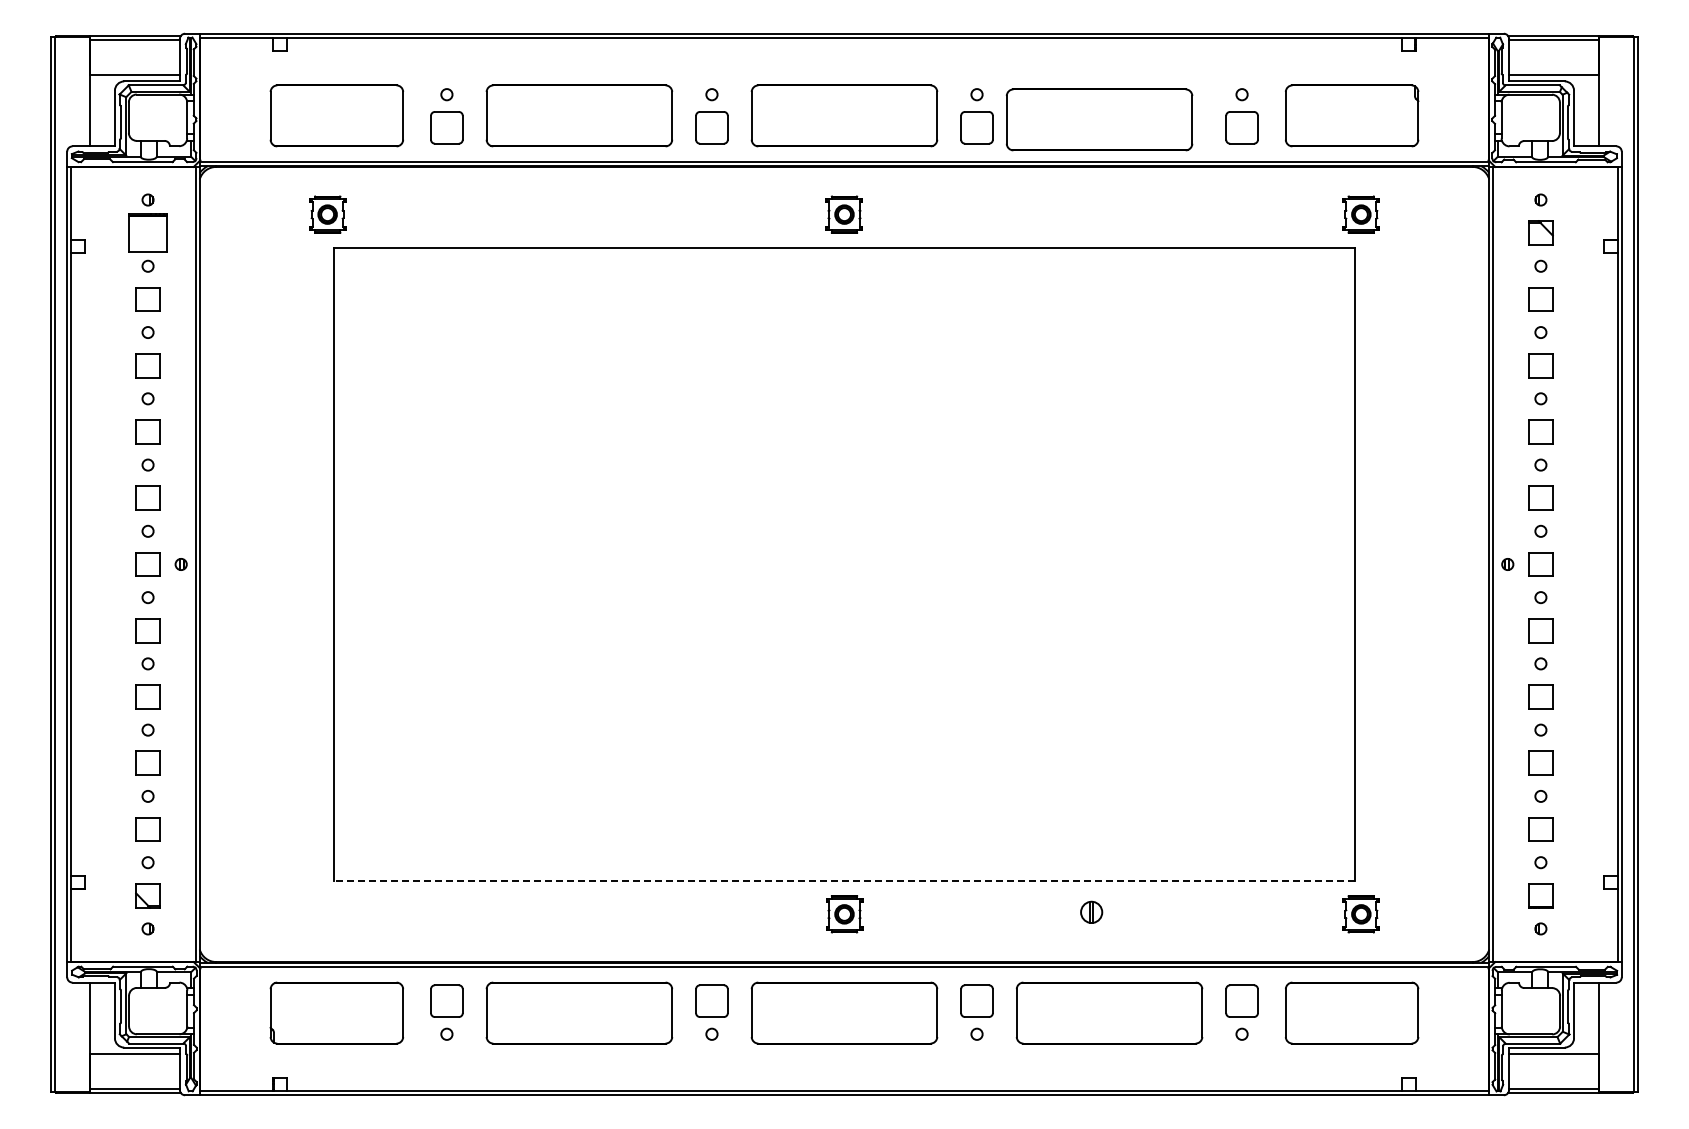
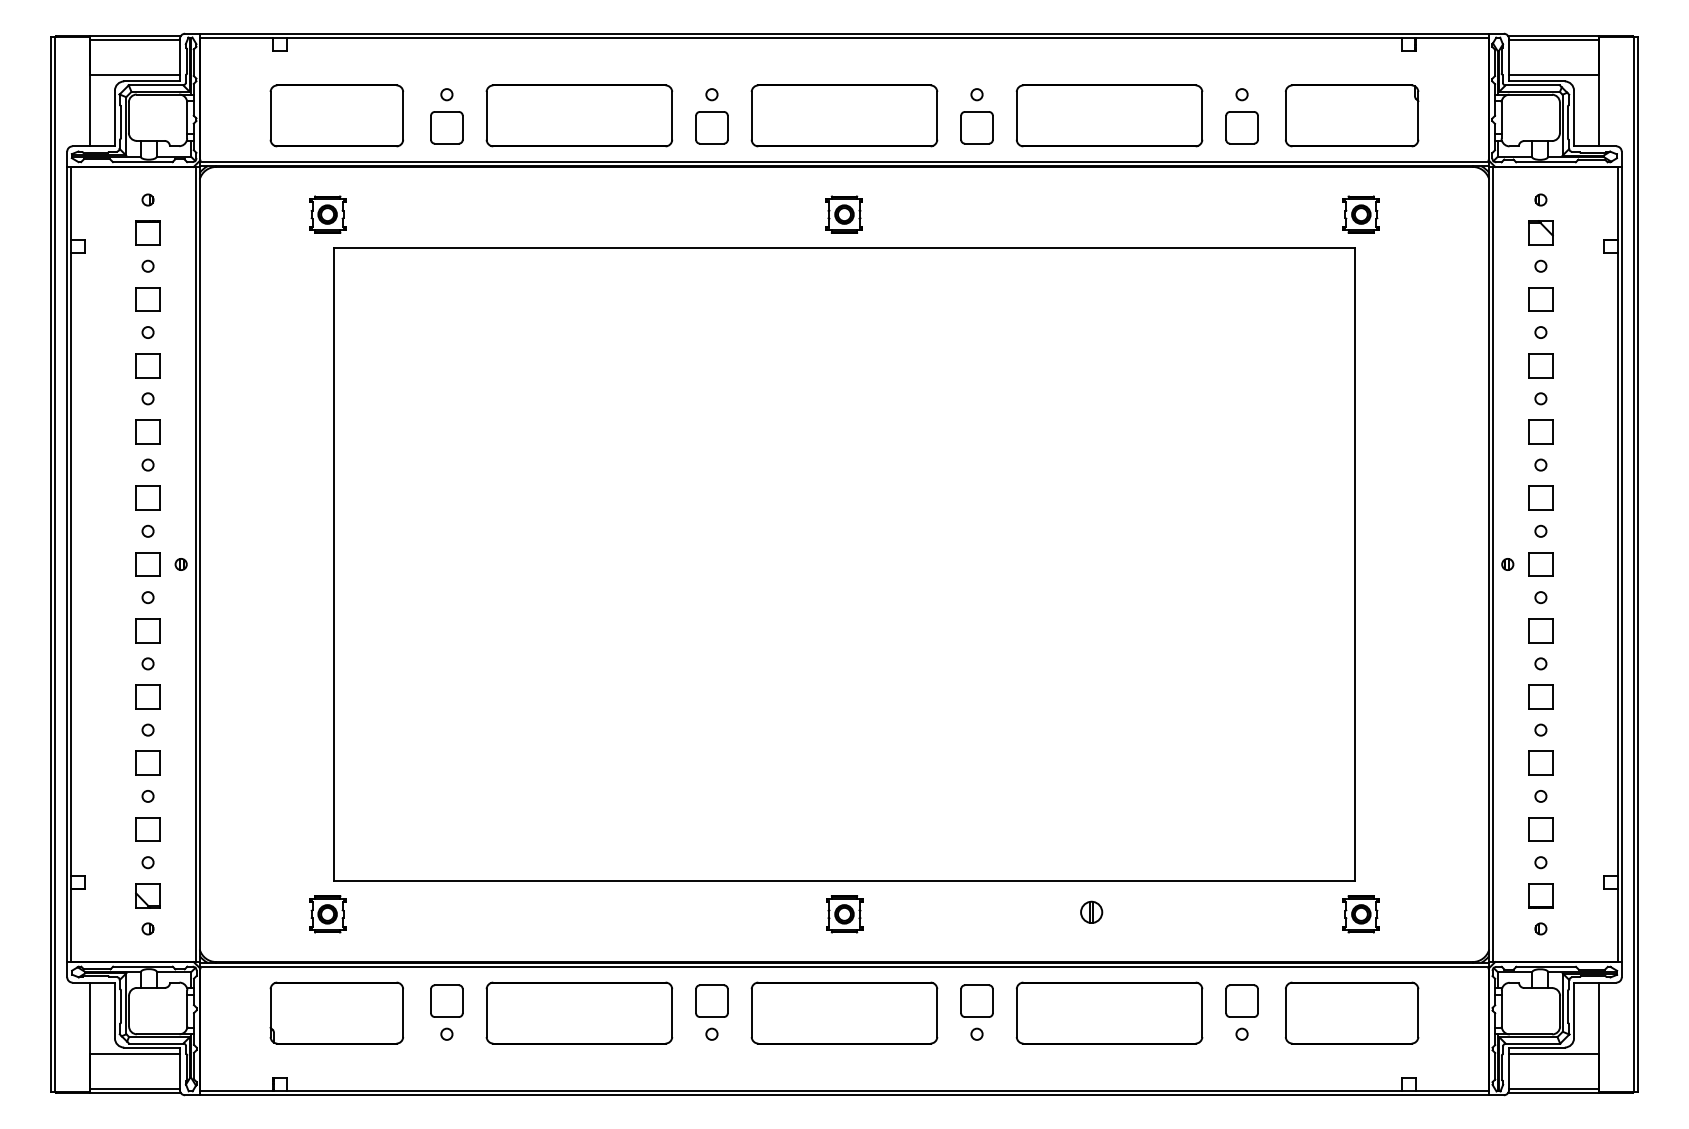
part at (1099, 119) position: (1099, 119) -> (1109, 115)
part at (147, 232) size: 40x40 px -> 26x26 px
line at (843, 881): dashed -> solid
part at (327, 914): none -> present
